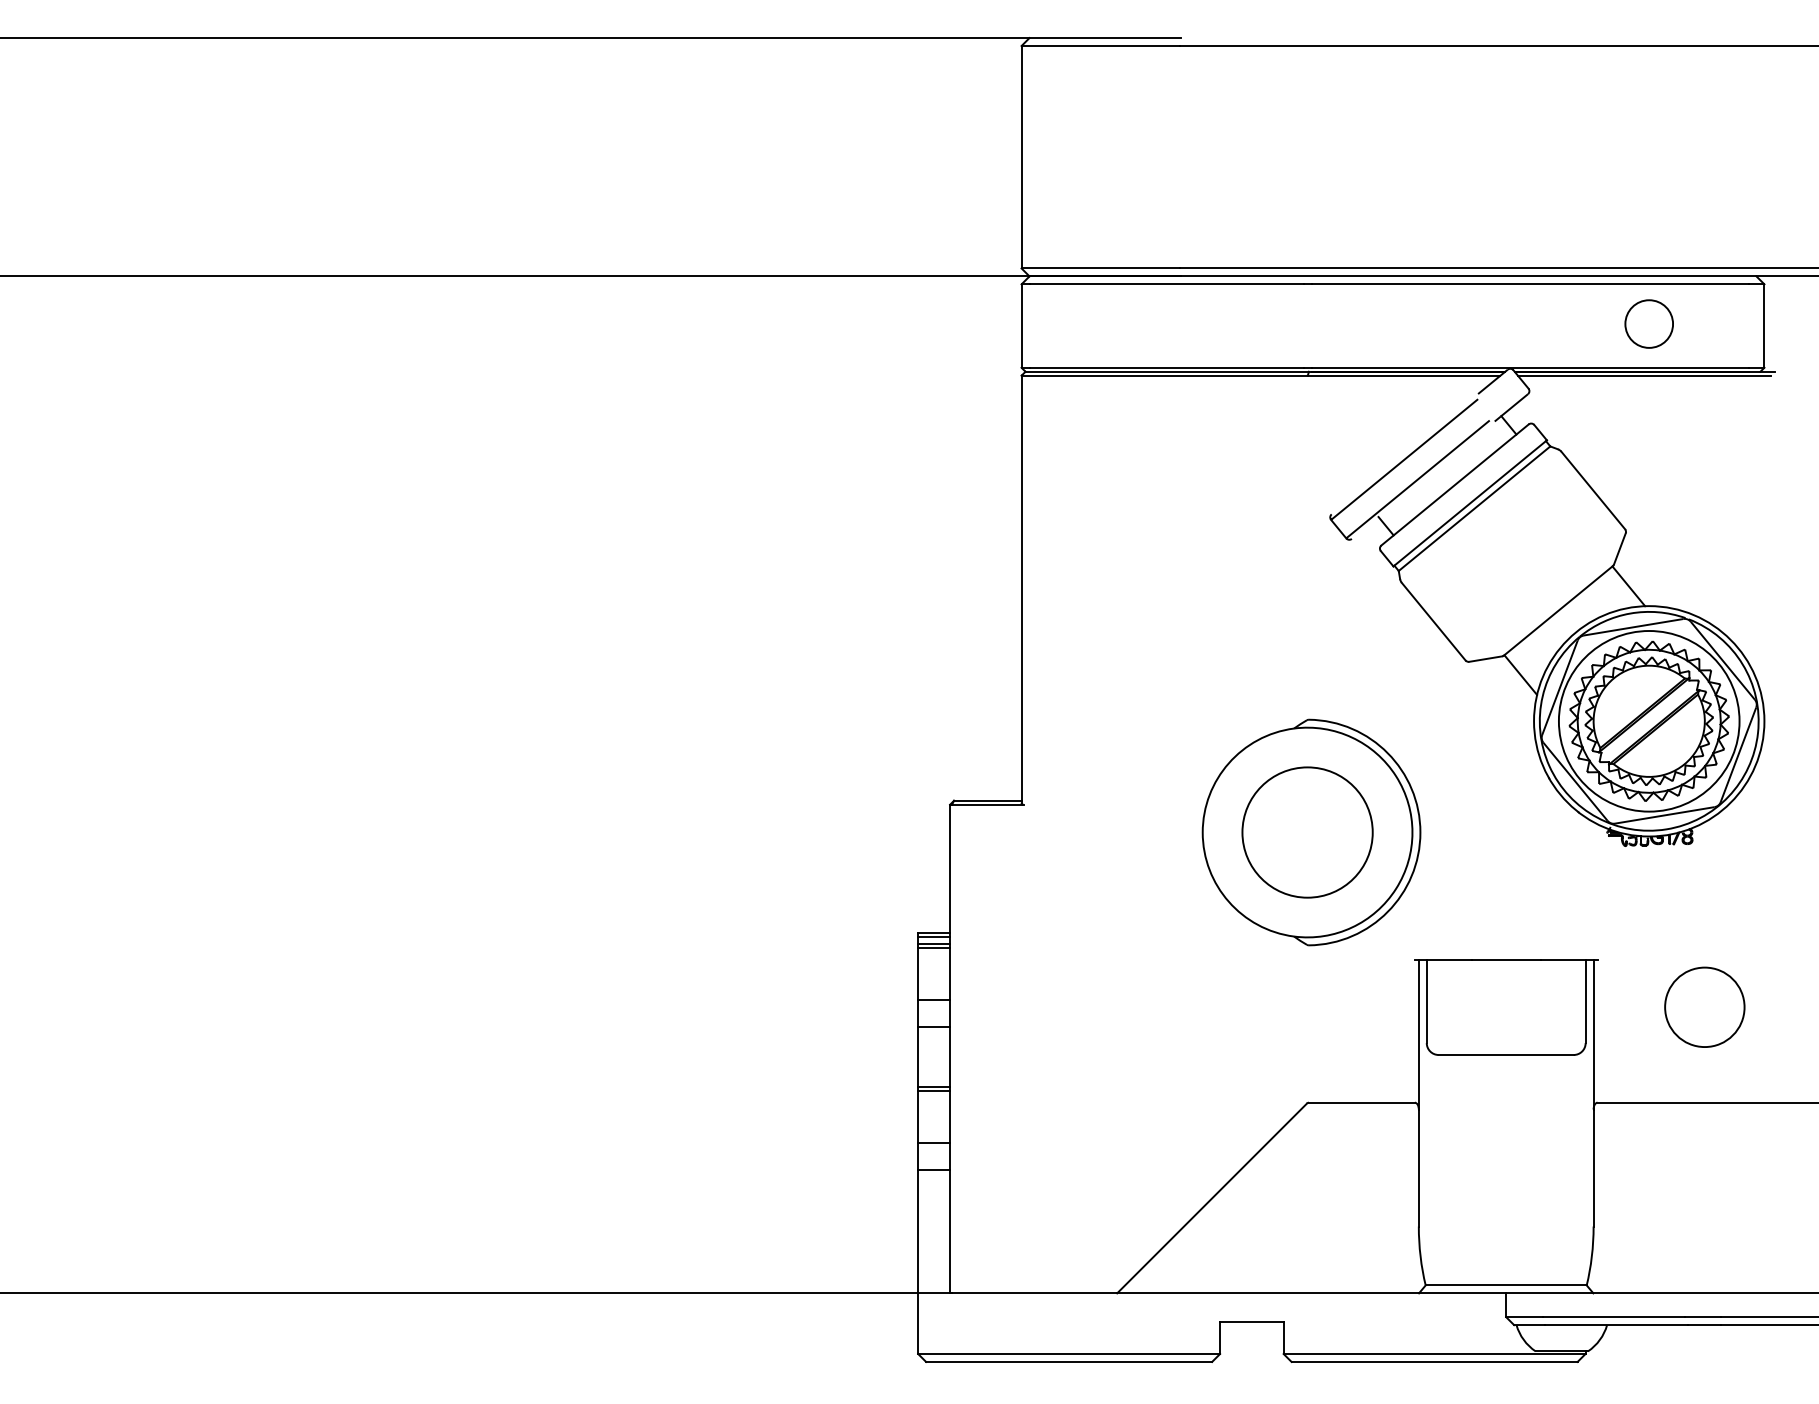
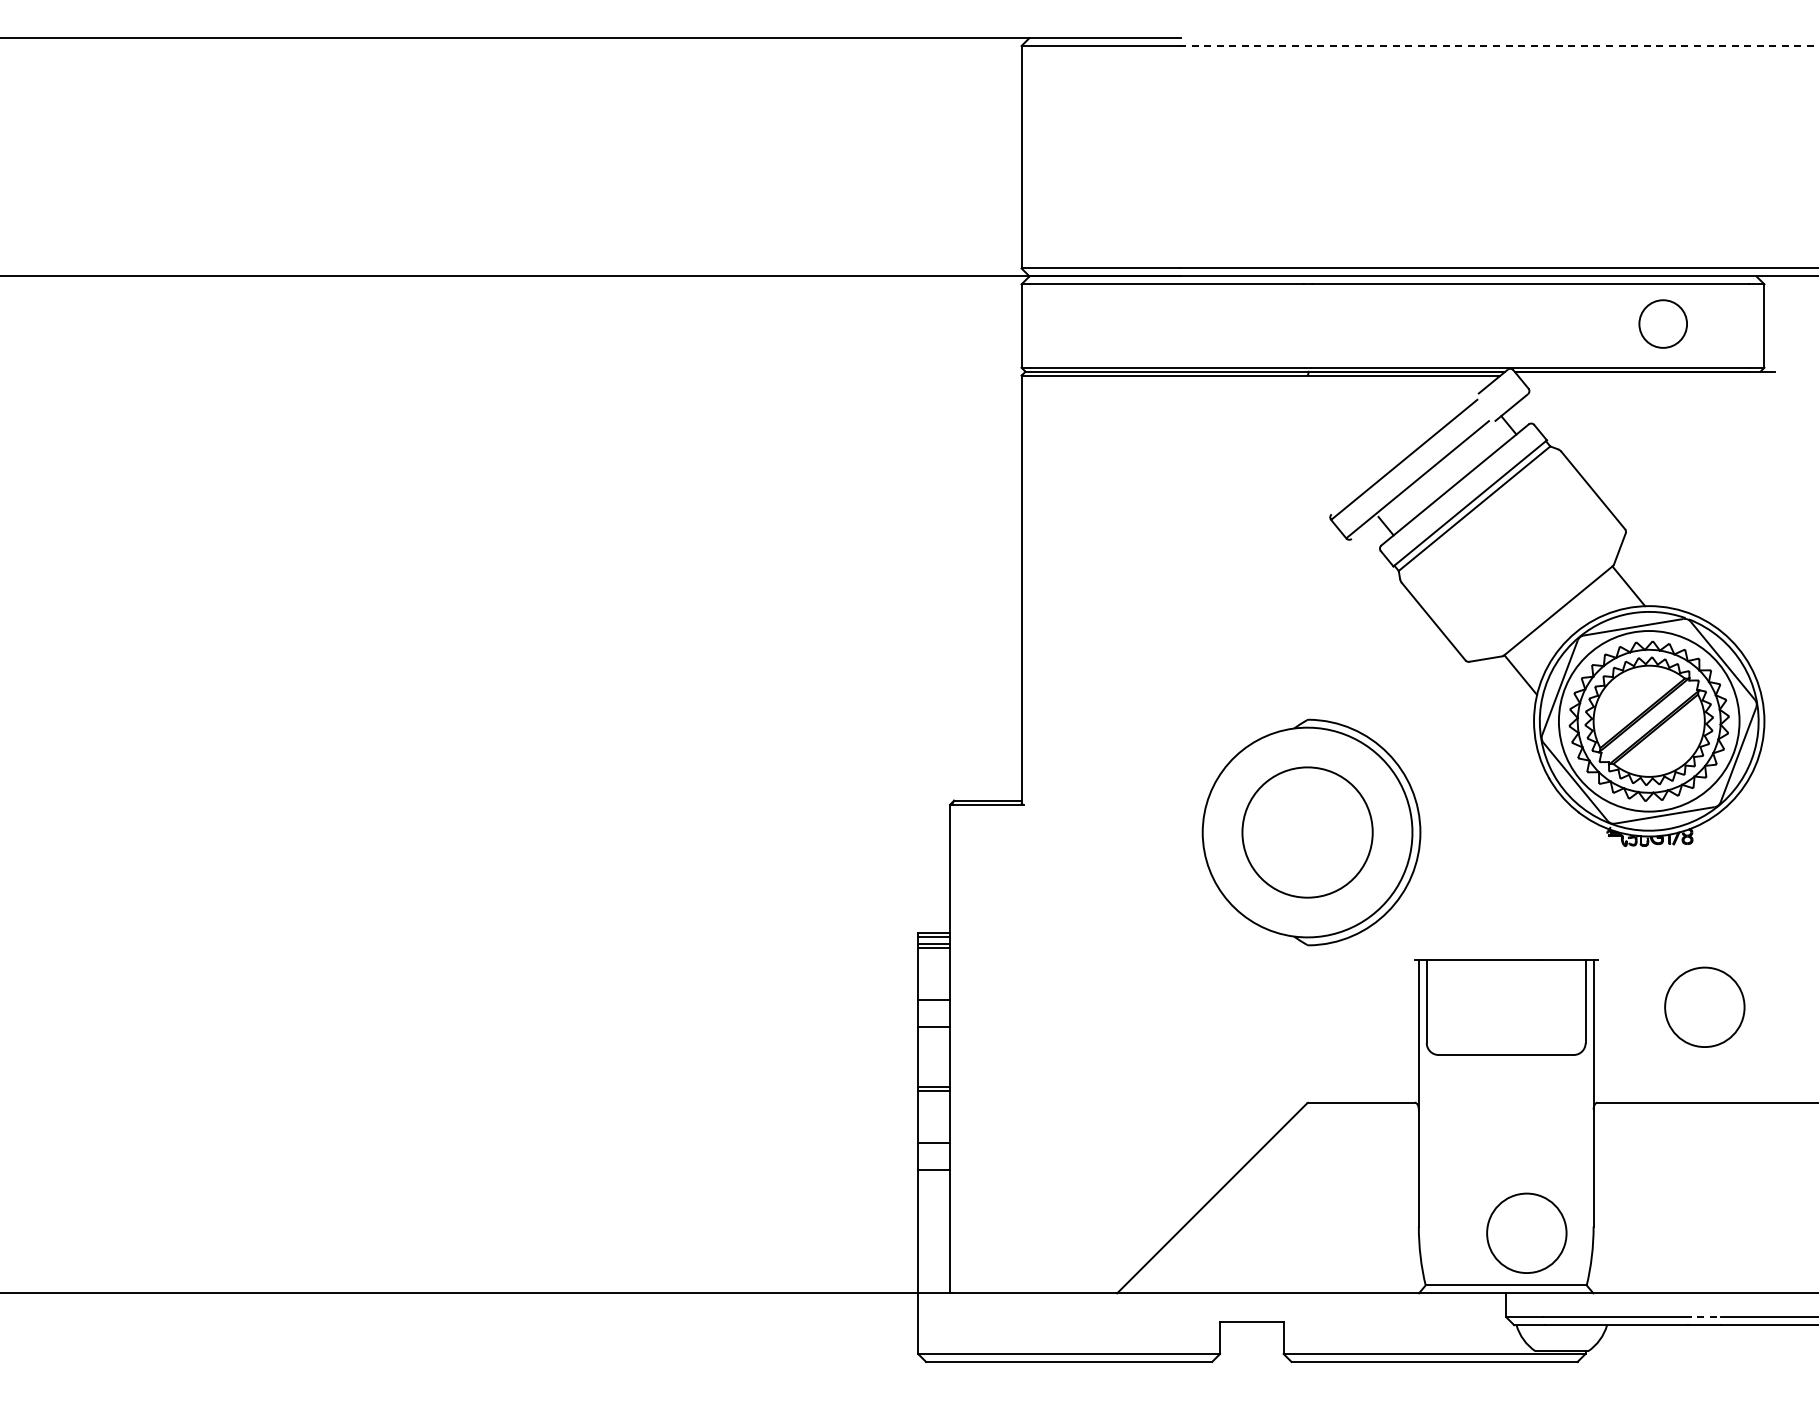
line at (1499, 46): solid -> dashed
circle at (1648, 323) position: (1648, 323) -> (1662, 323)
line at (1643, 375): present -> none
circle at (1526, 1232): none -> present
line at (1702, 1317): solid -> dashed
